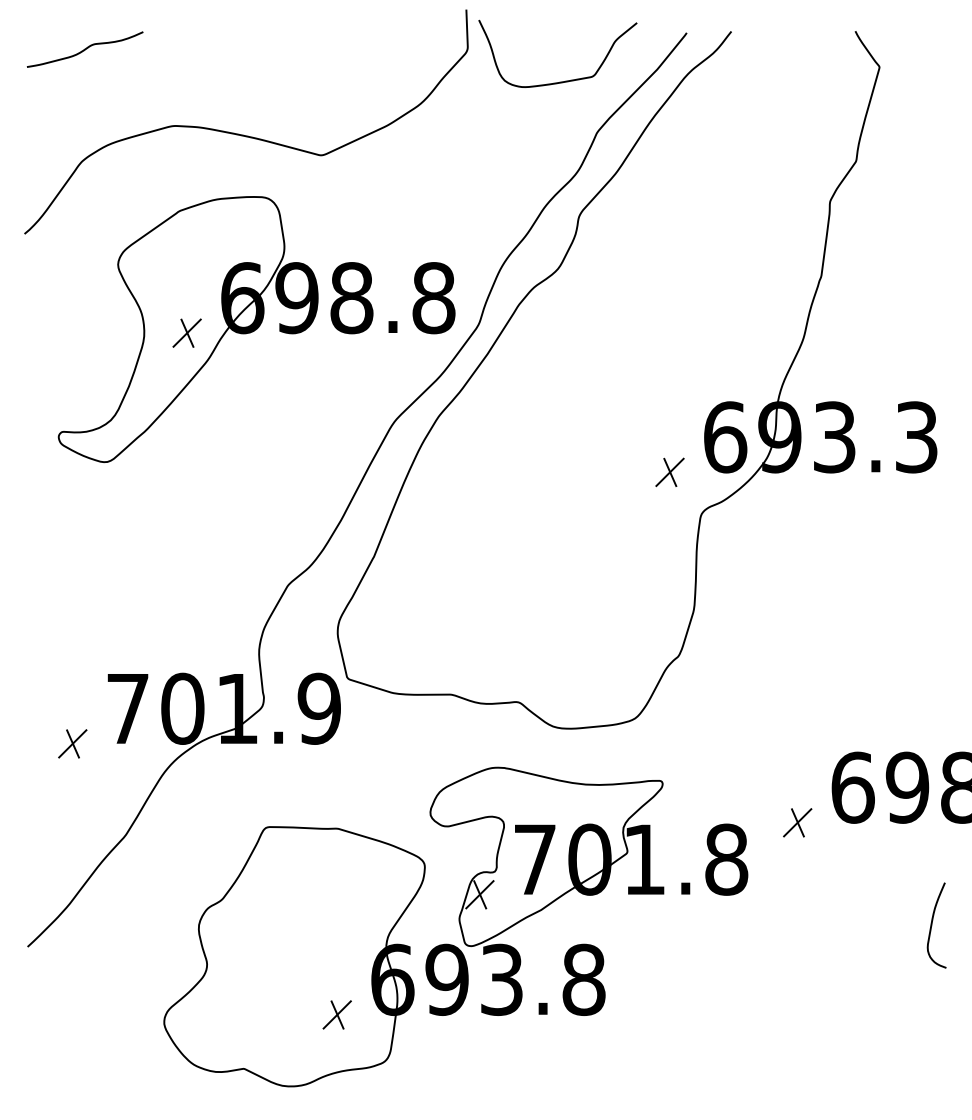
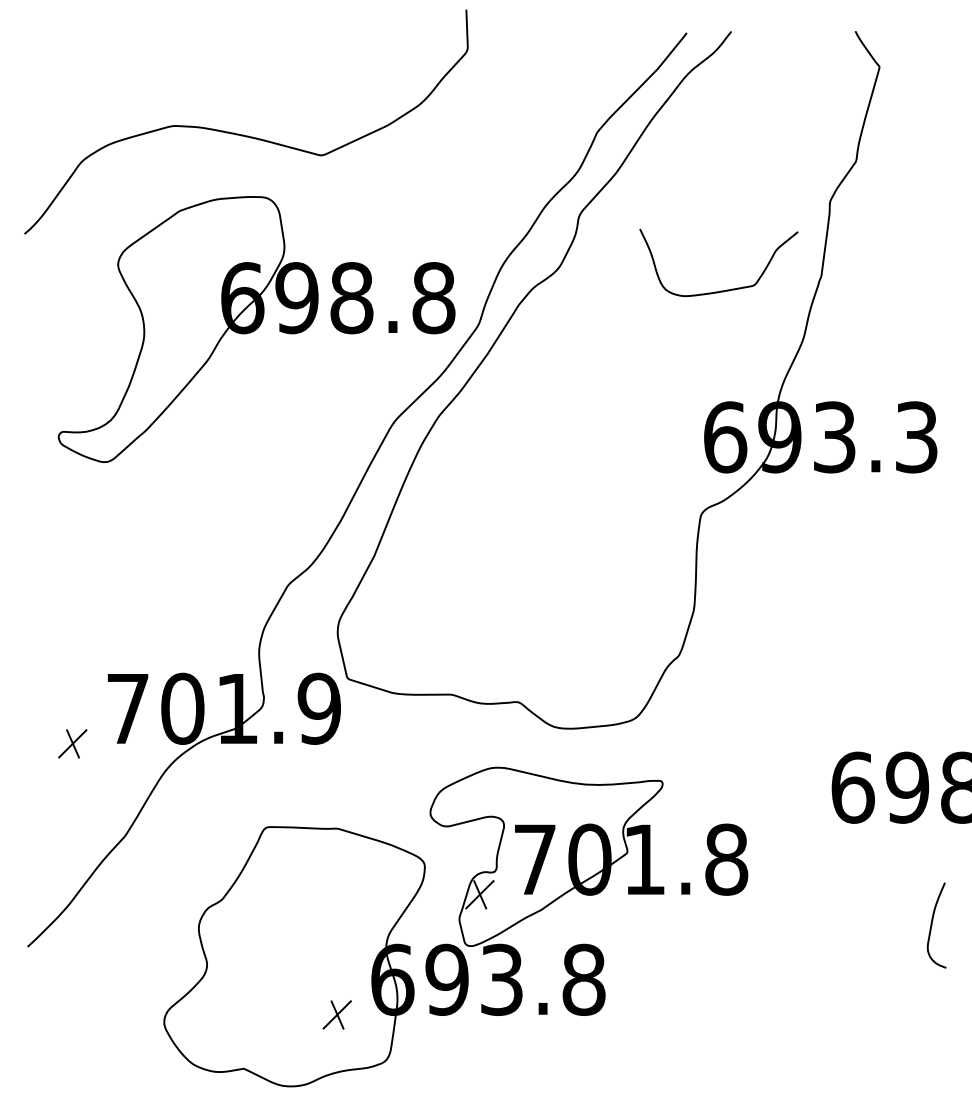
curve at (85, 49): present -> none
curve at (559, 81) position: (559, 81) -> (720, 290)
part at (186, 332): present -> none
part at (669, 472): present -> none
part at (797, 822): present -> none
